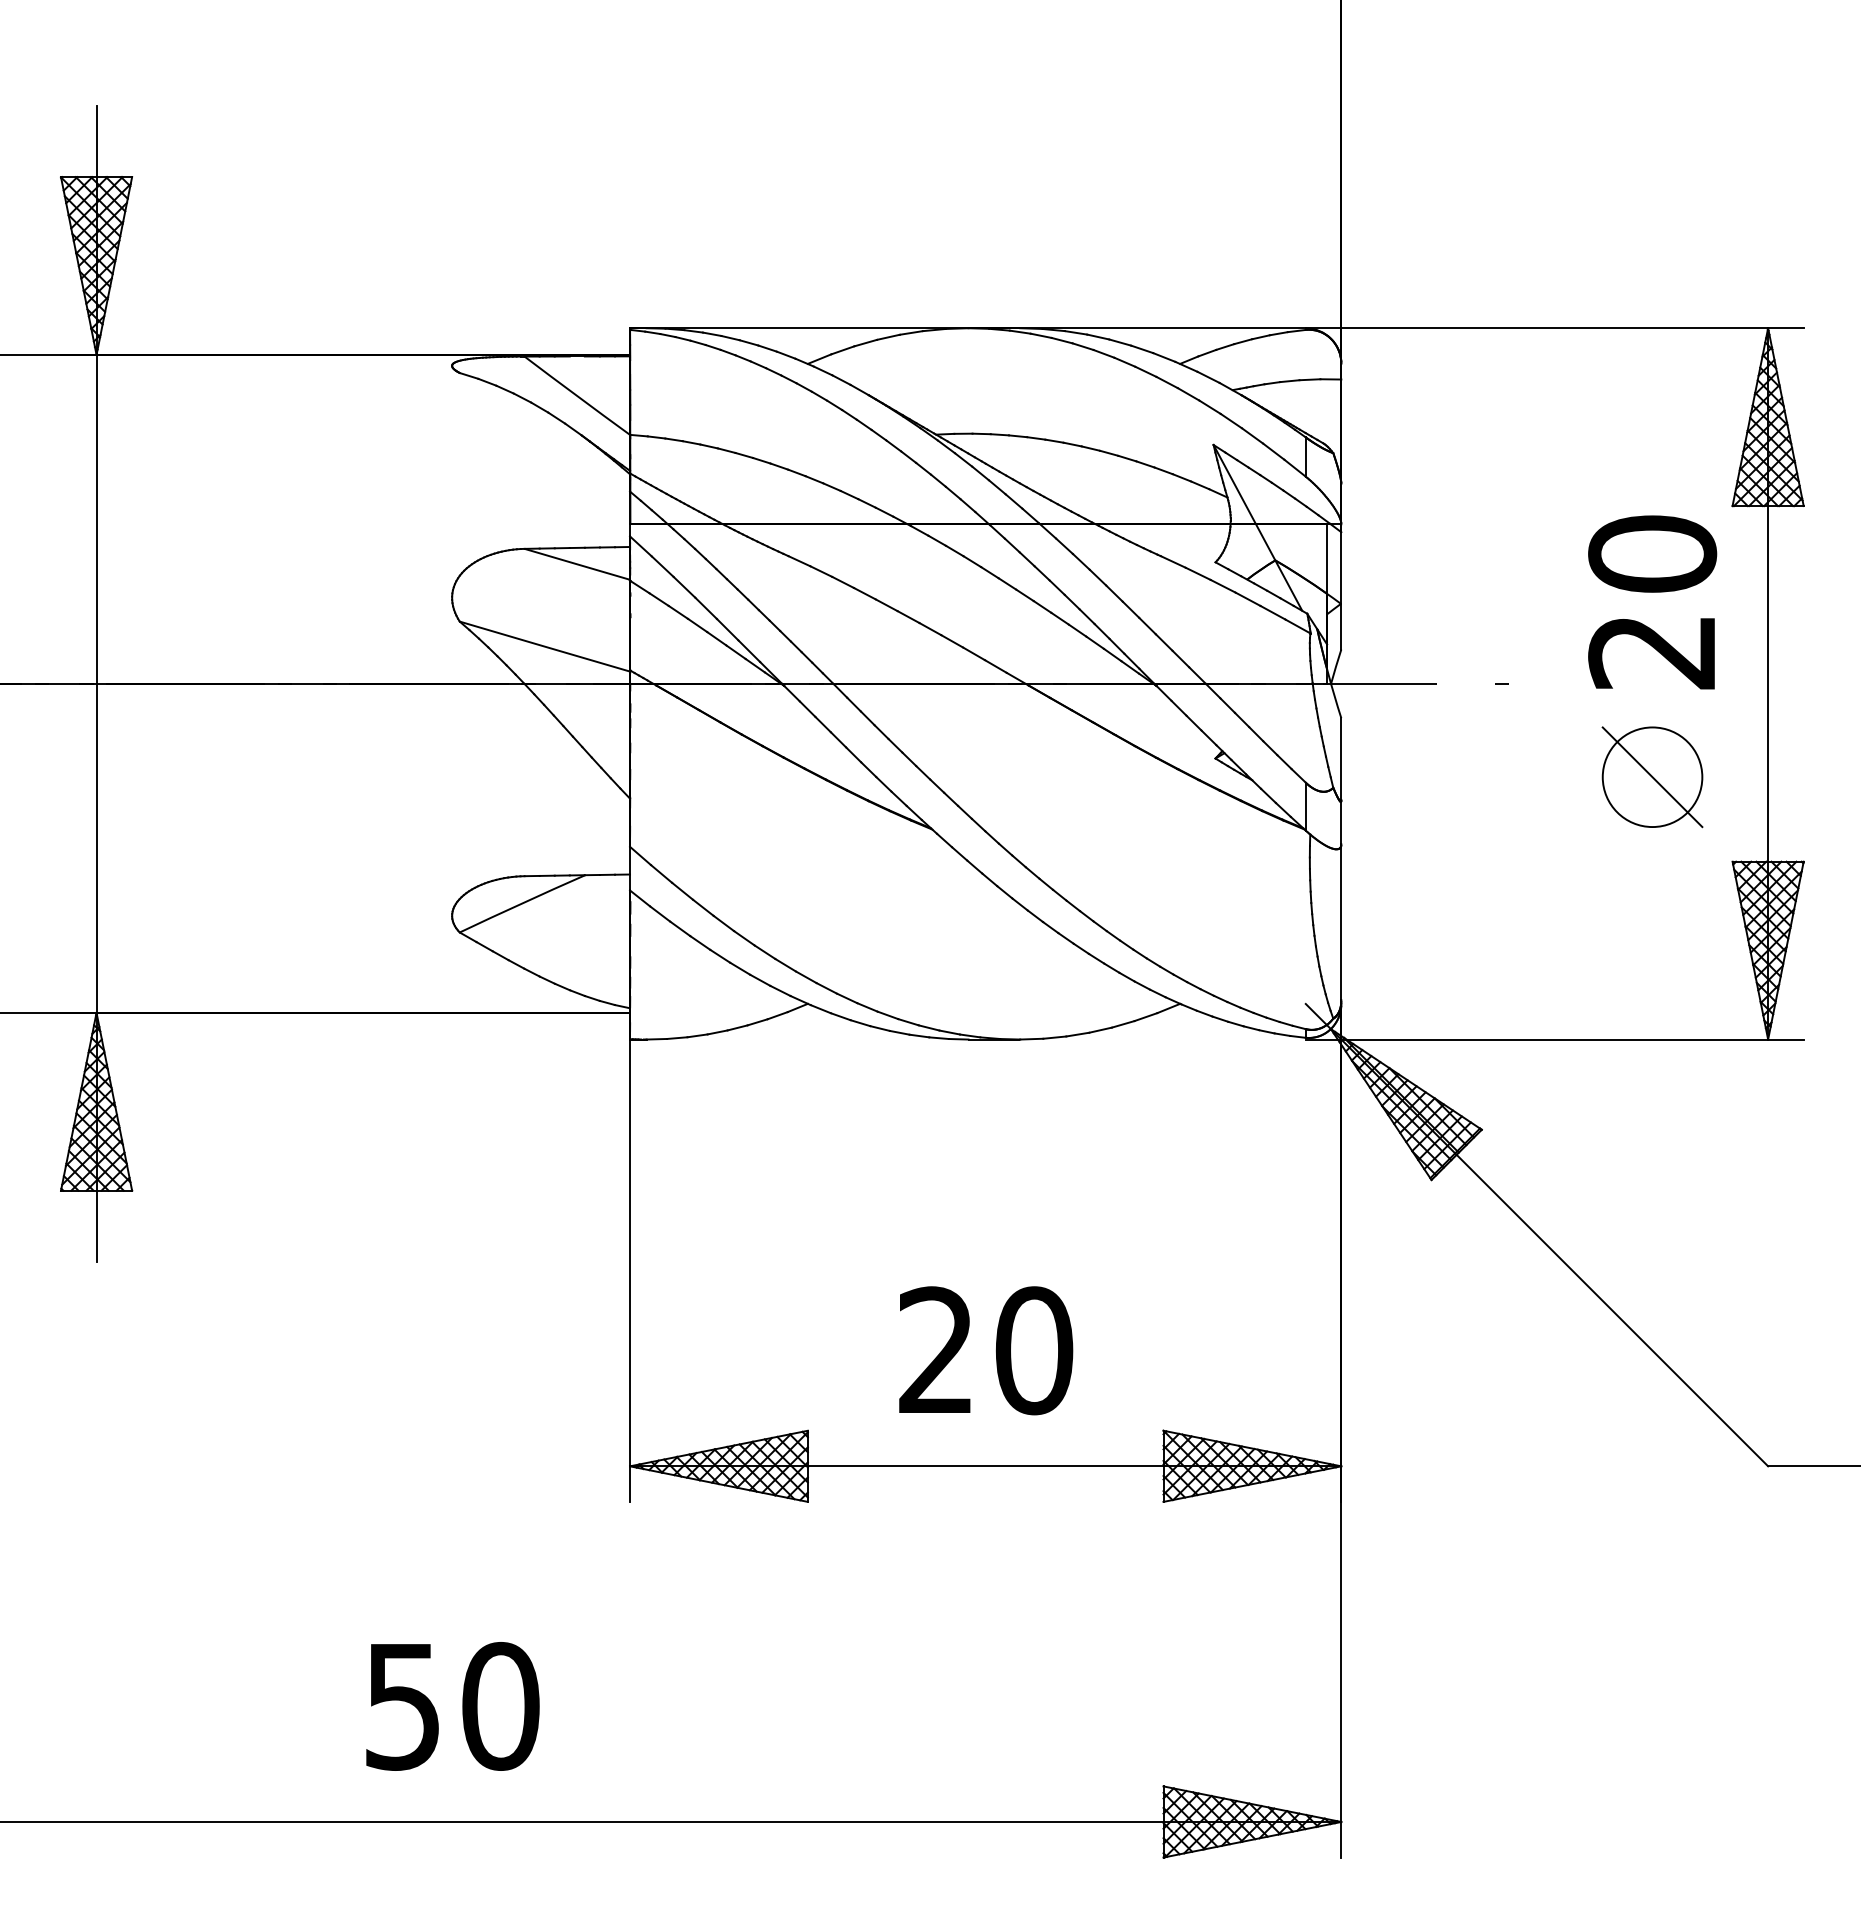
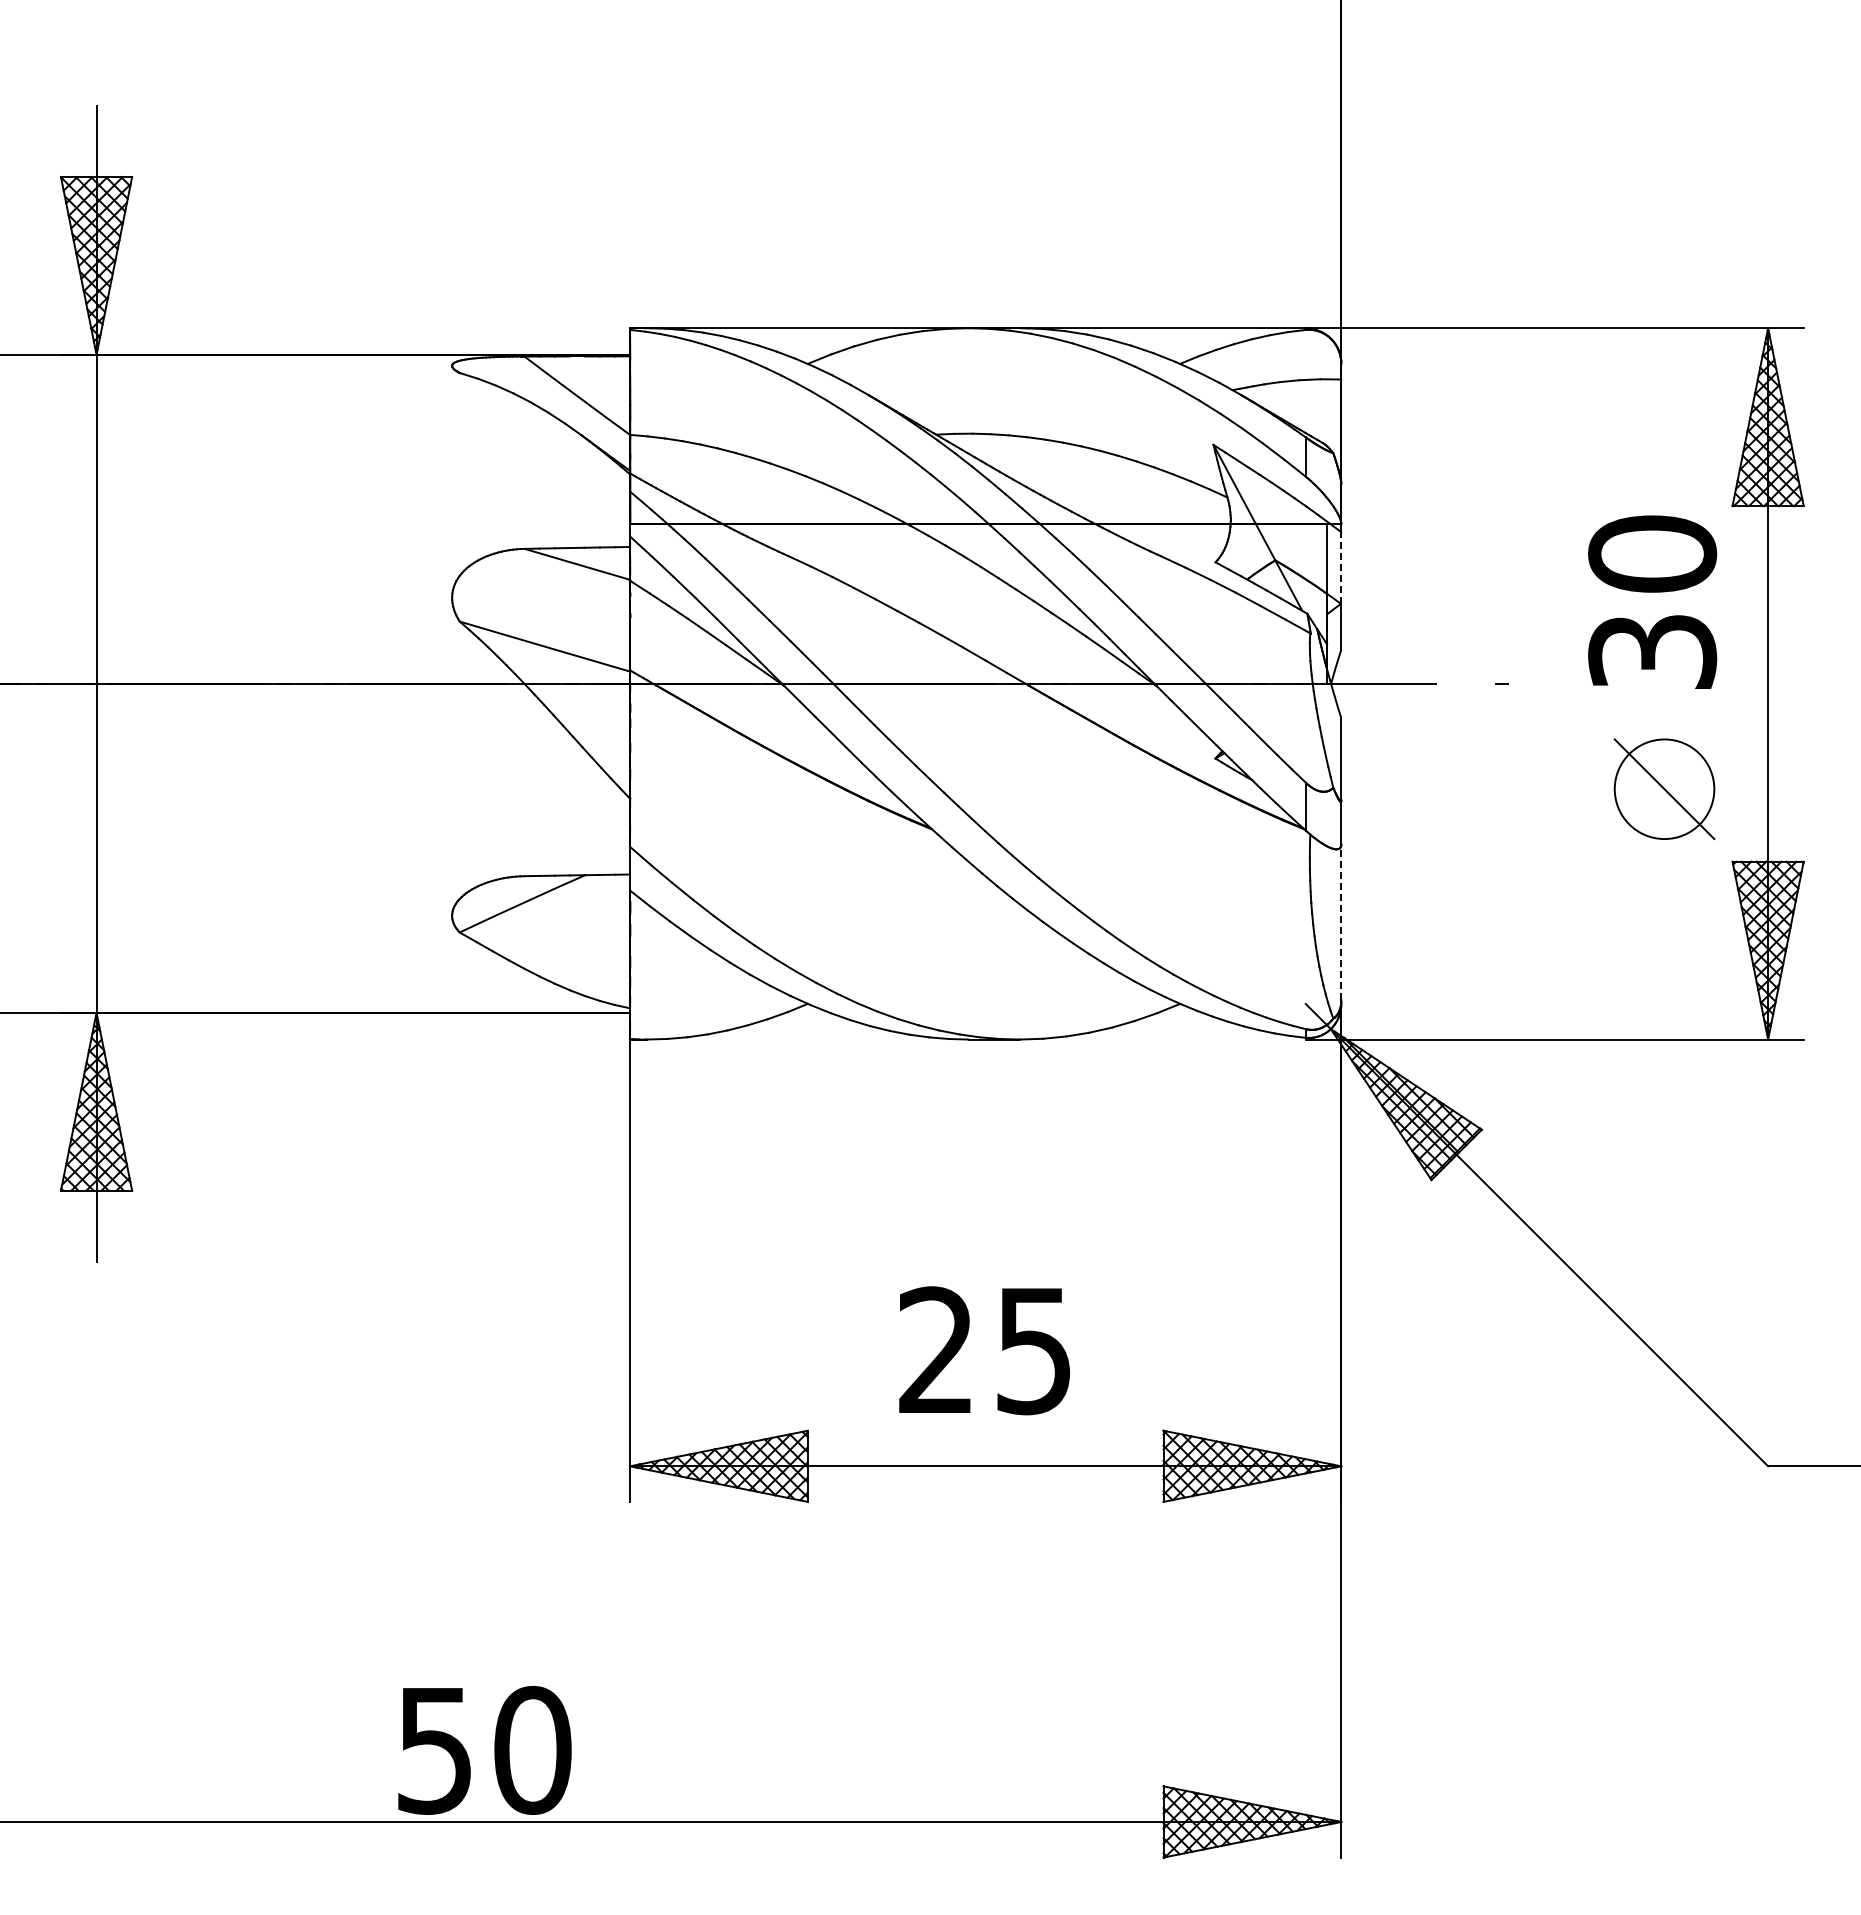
line at (1341, 568): solid -> dashed
text at (1652, 652): 20 -> 30
part at (1652, 777) position: (1652, 777) -> (1664, 789)
line at (1341, 922): solid -> dashed
text at (1034, 1350): 20 -> 25
text at (452, 1706) position: (452, 1706) -> (484, 1750)
